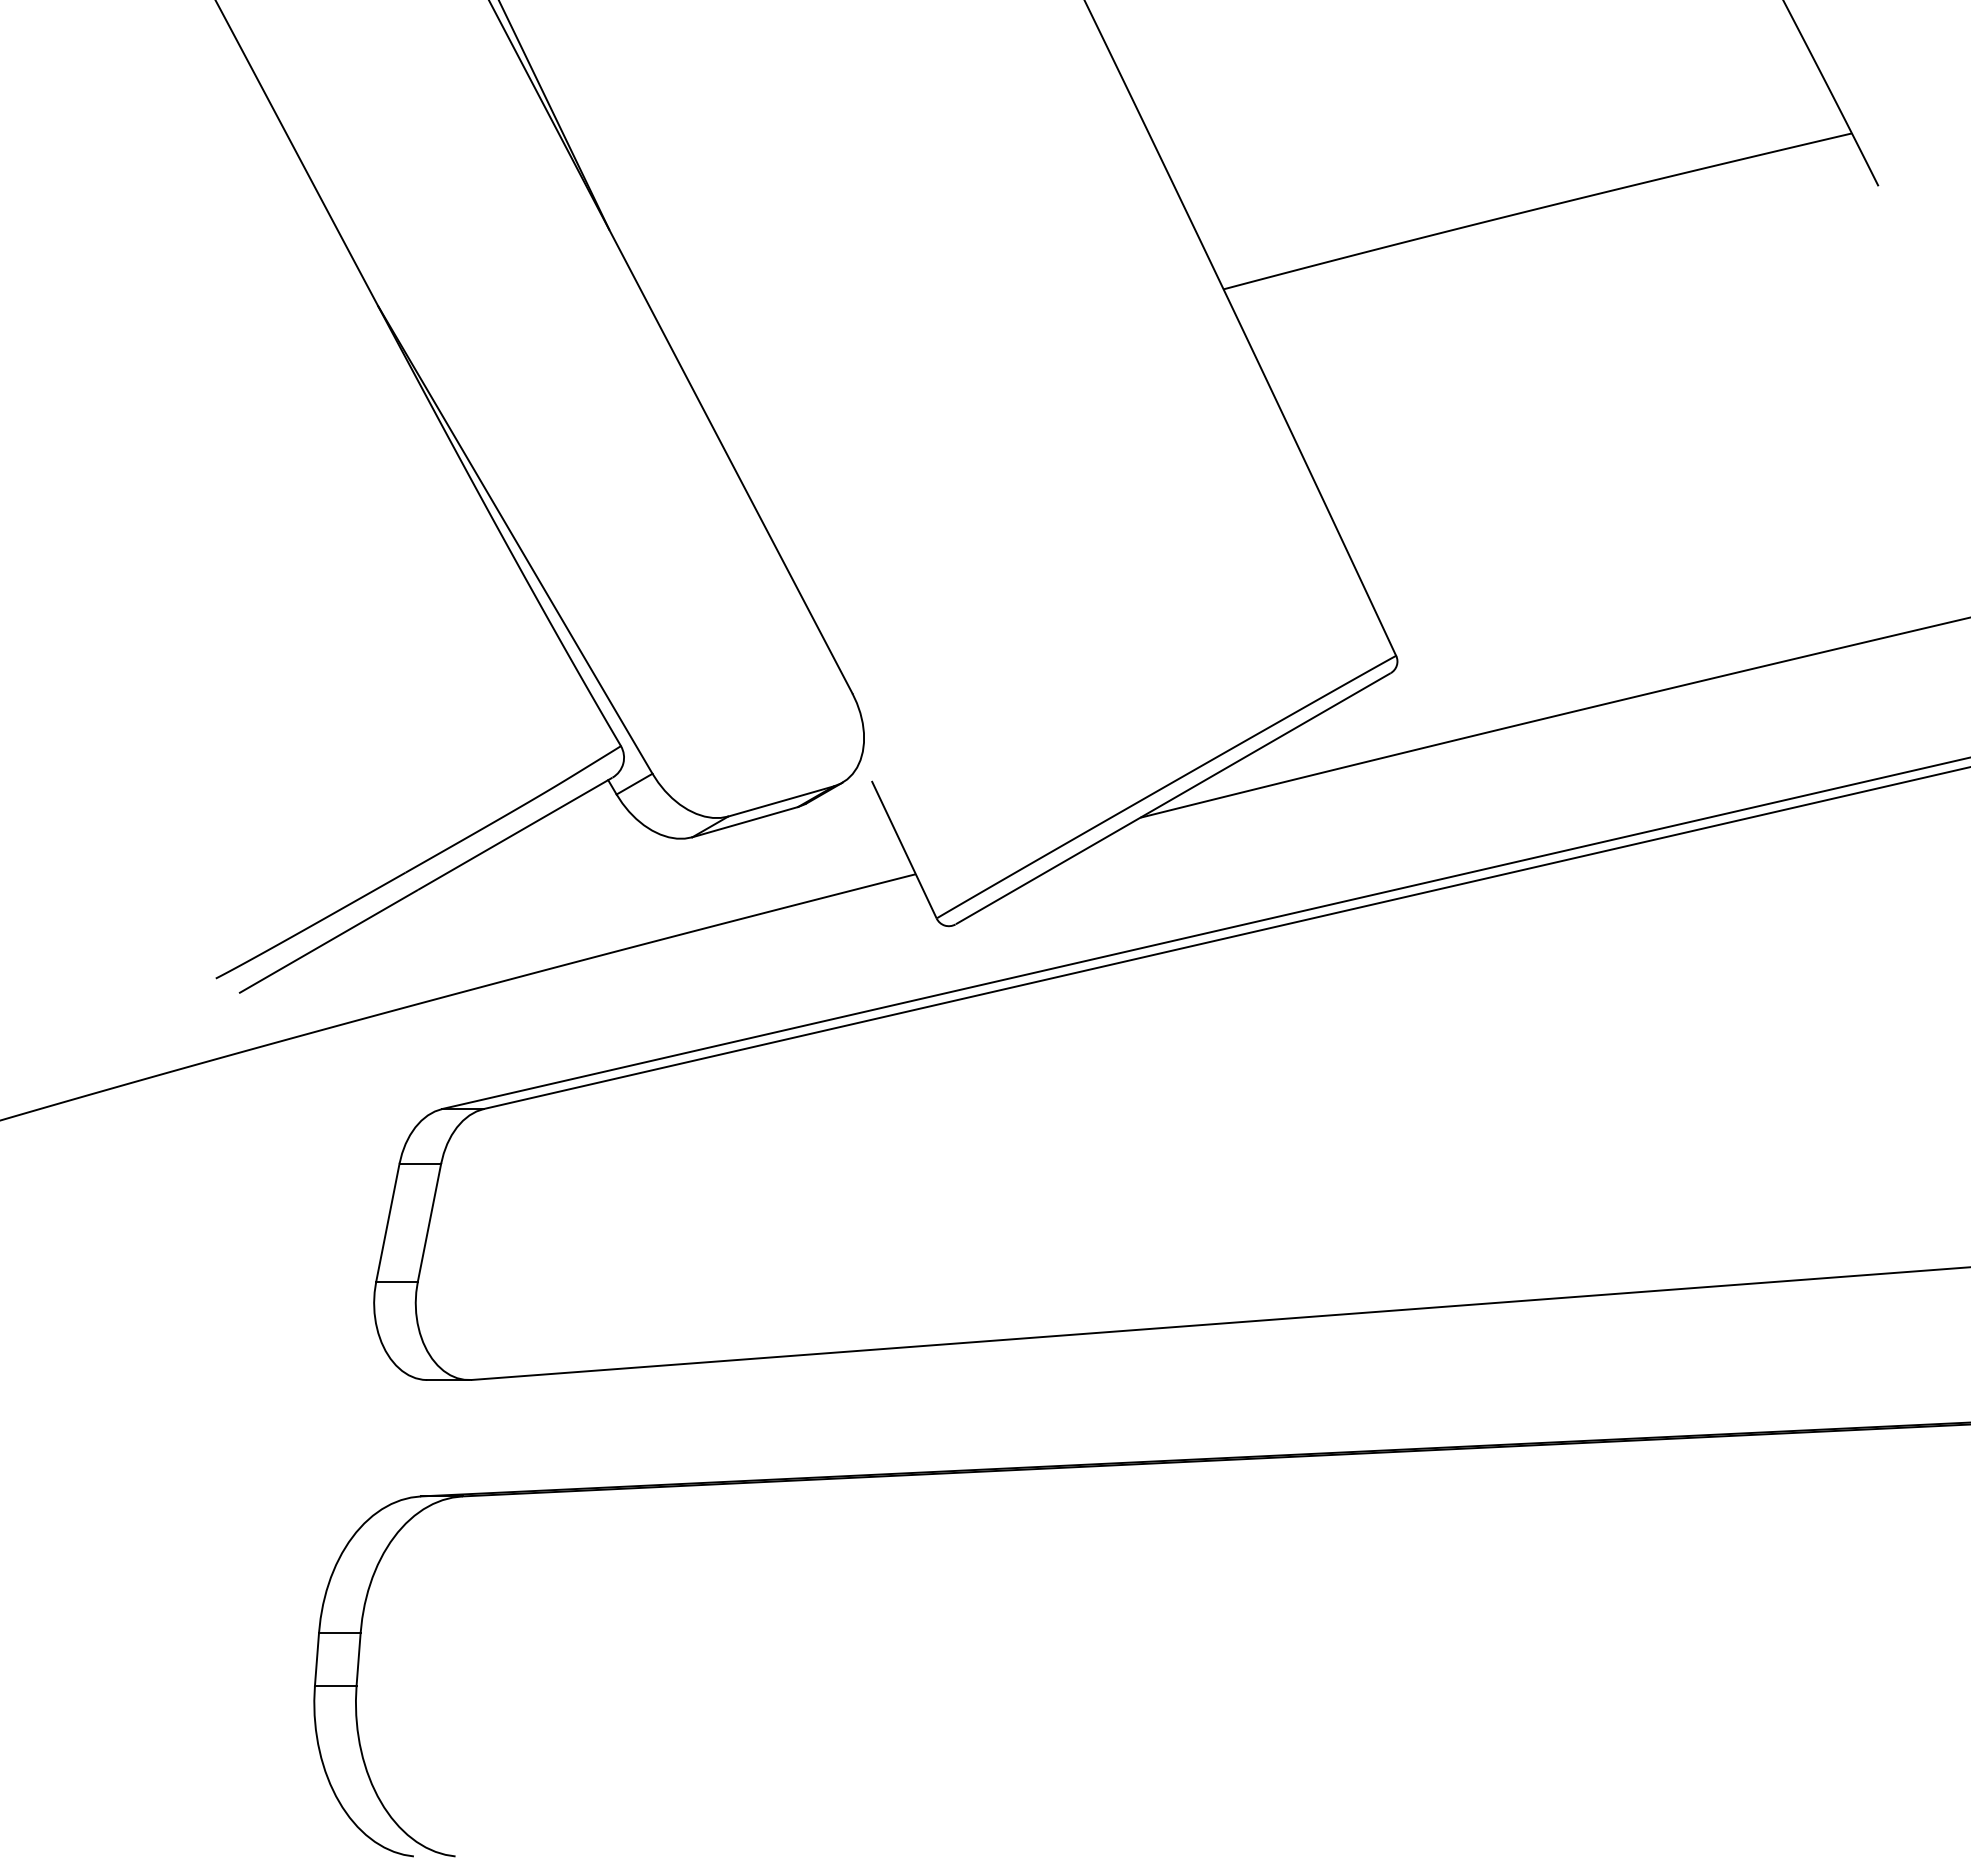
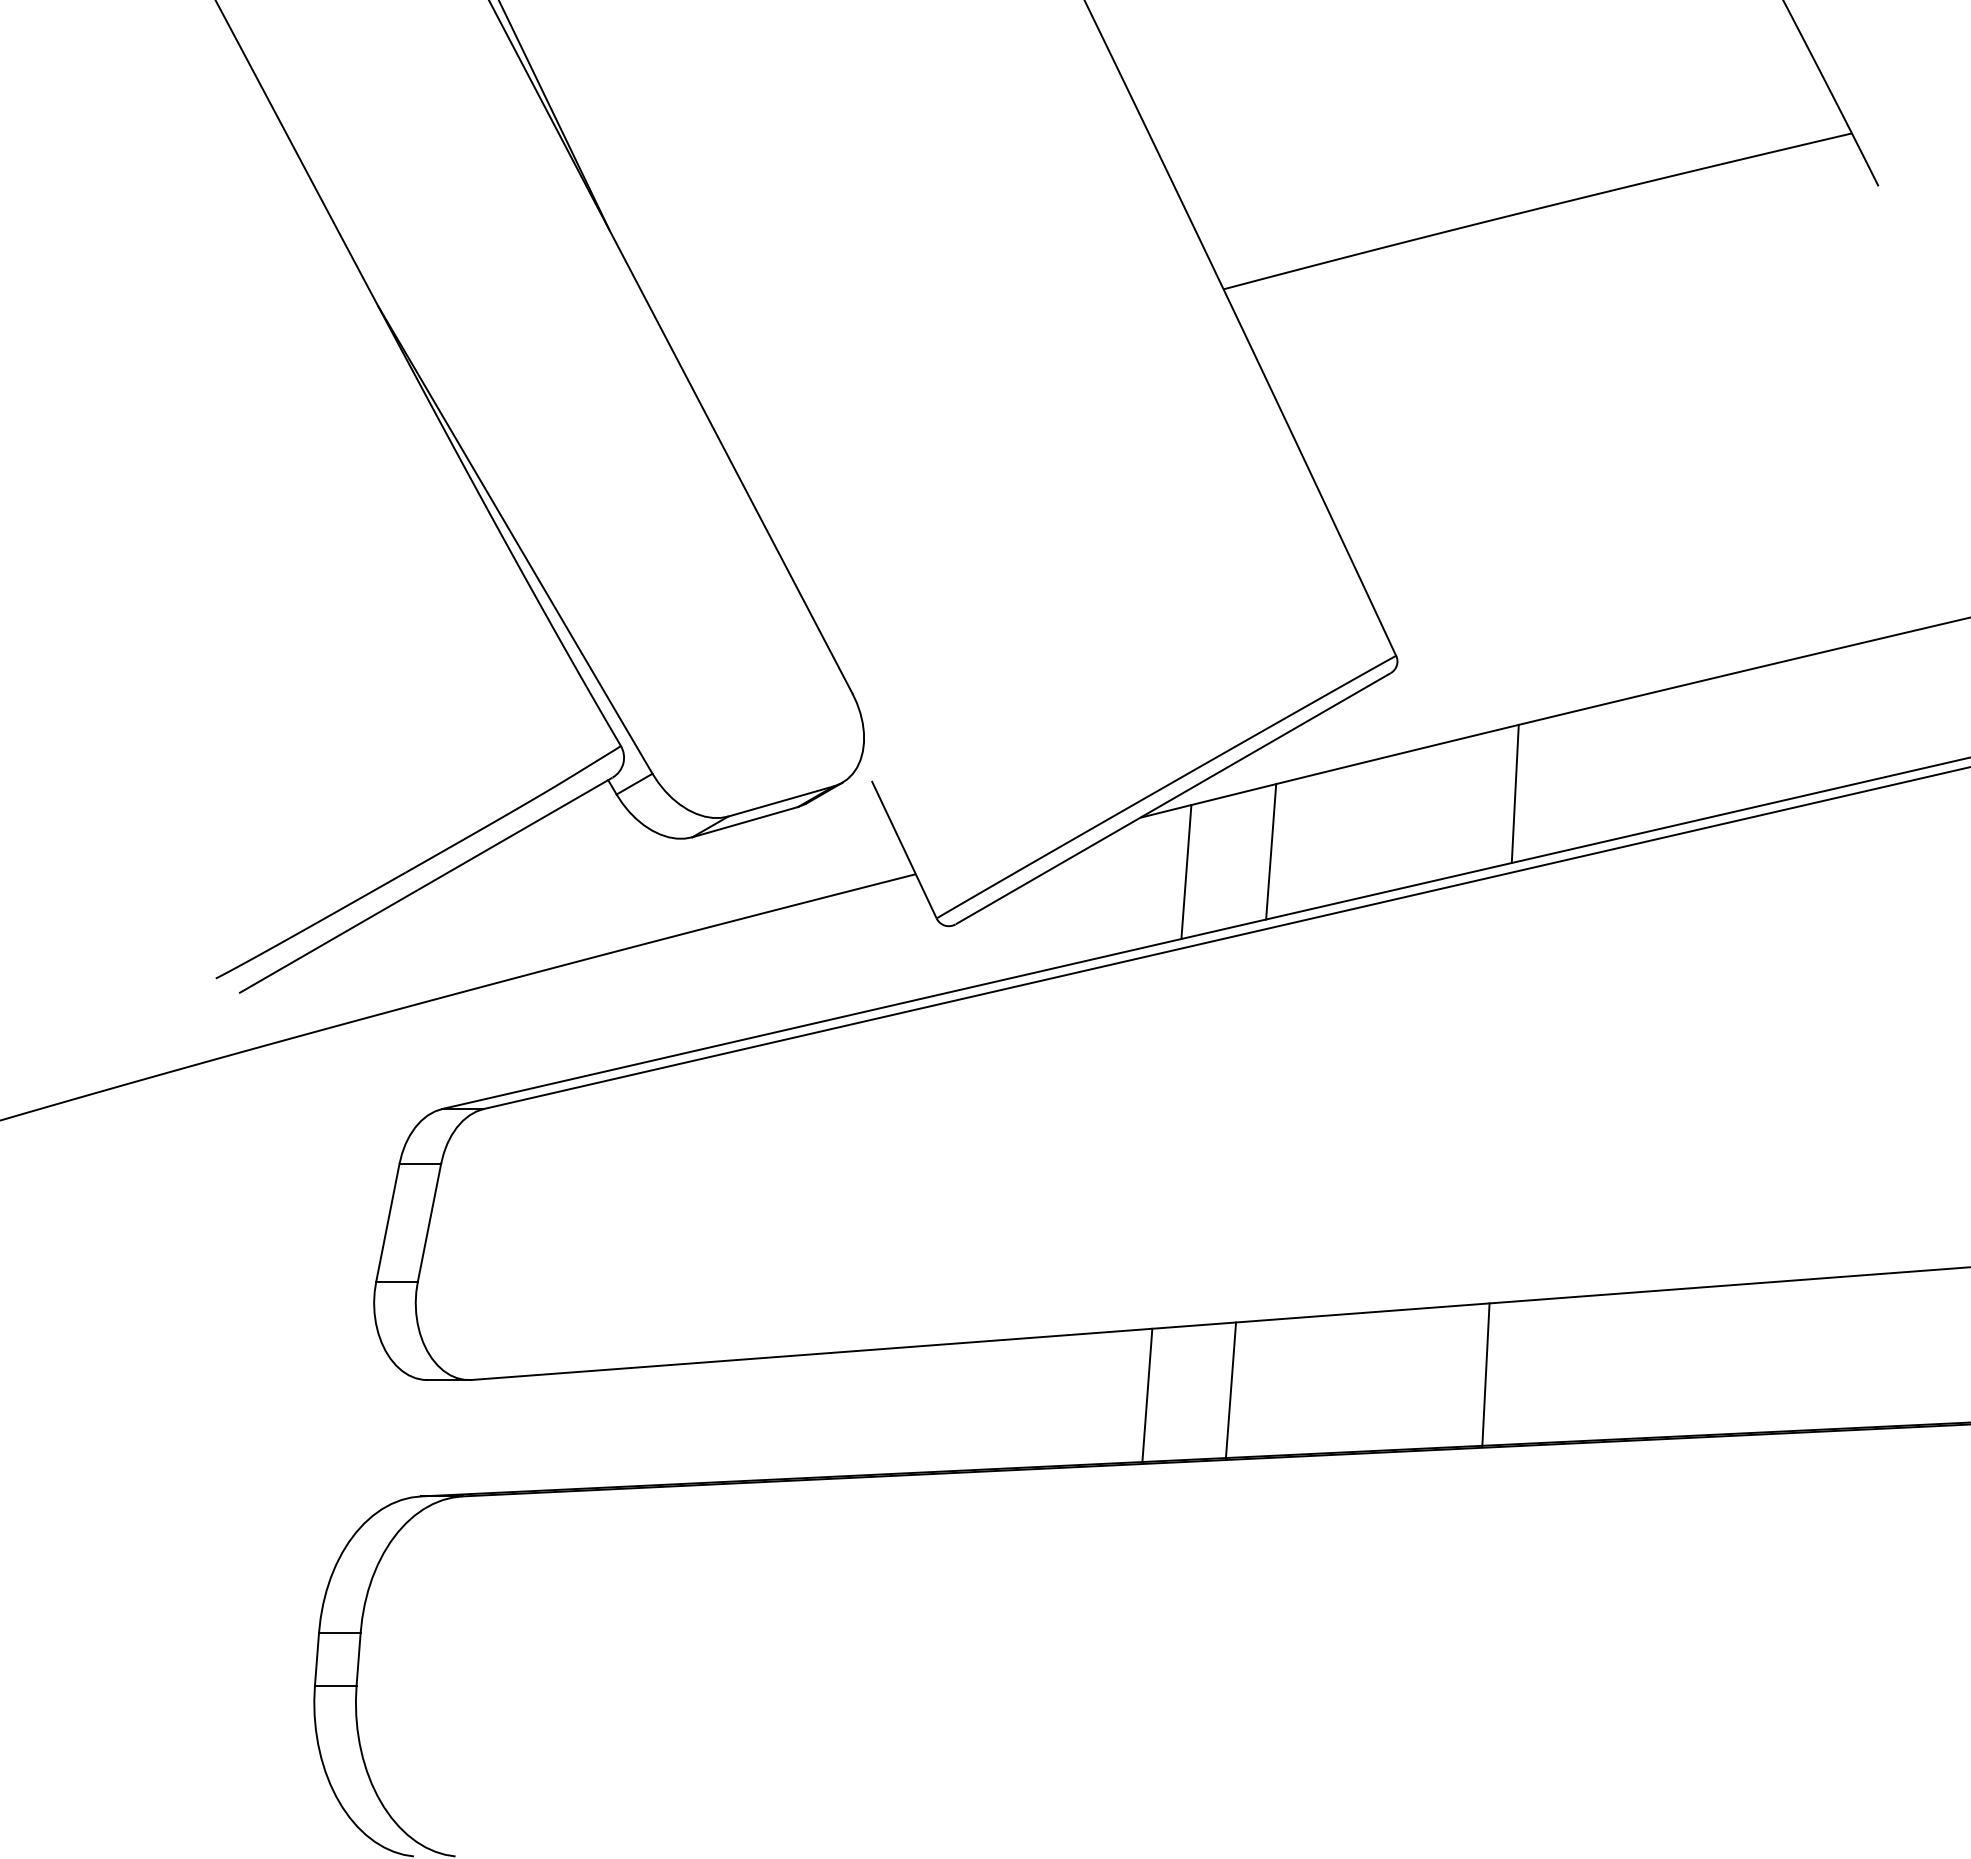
line at (1514, 793): none -> present
line at (1271, 851): none -> present
line at (1186, 872): none -> present
line at (1485, 1374): none -> present
line at (1230, 1390): none -> present
line at (1147, 1395): none -> present
